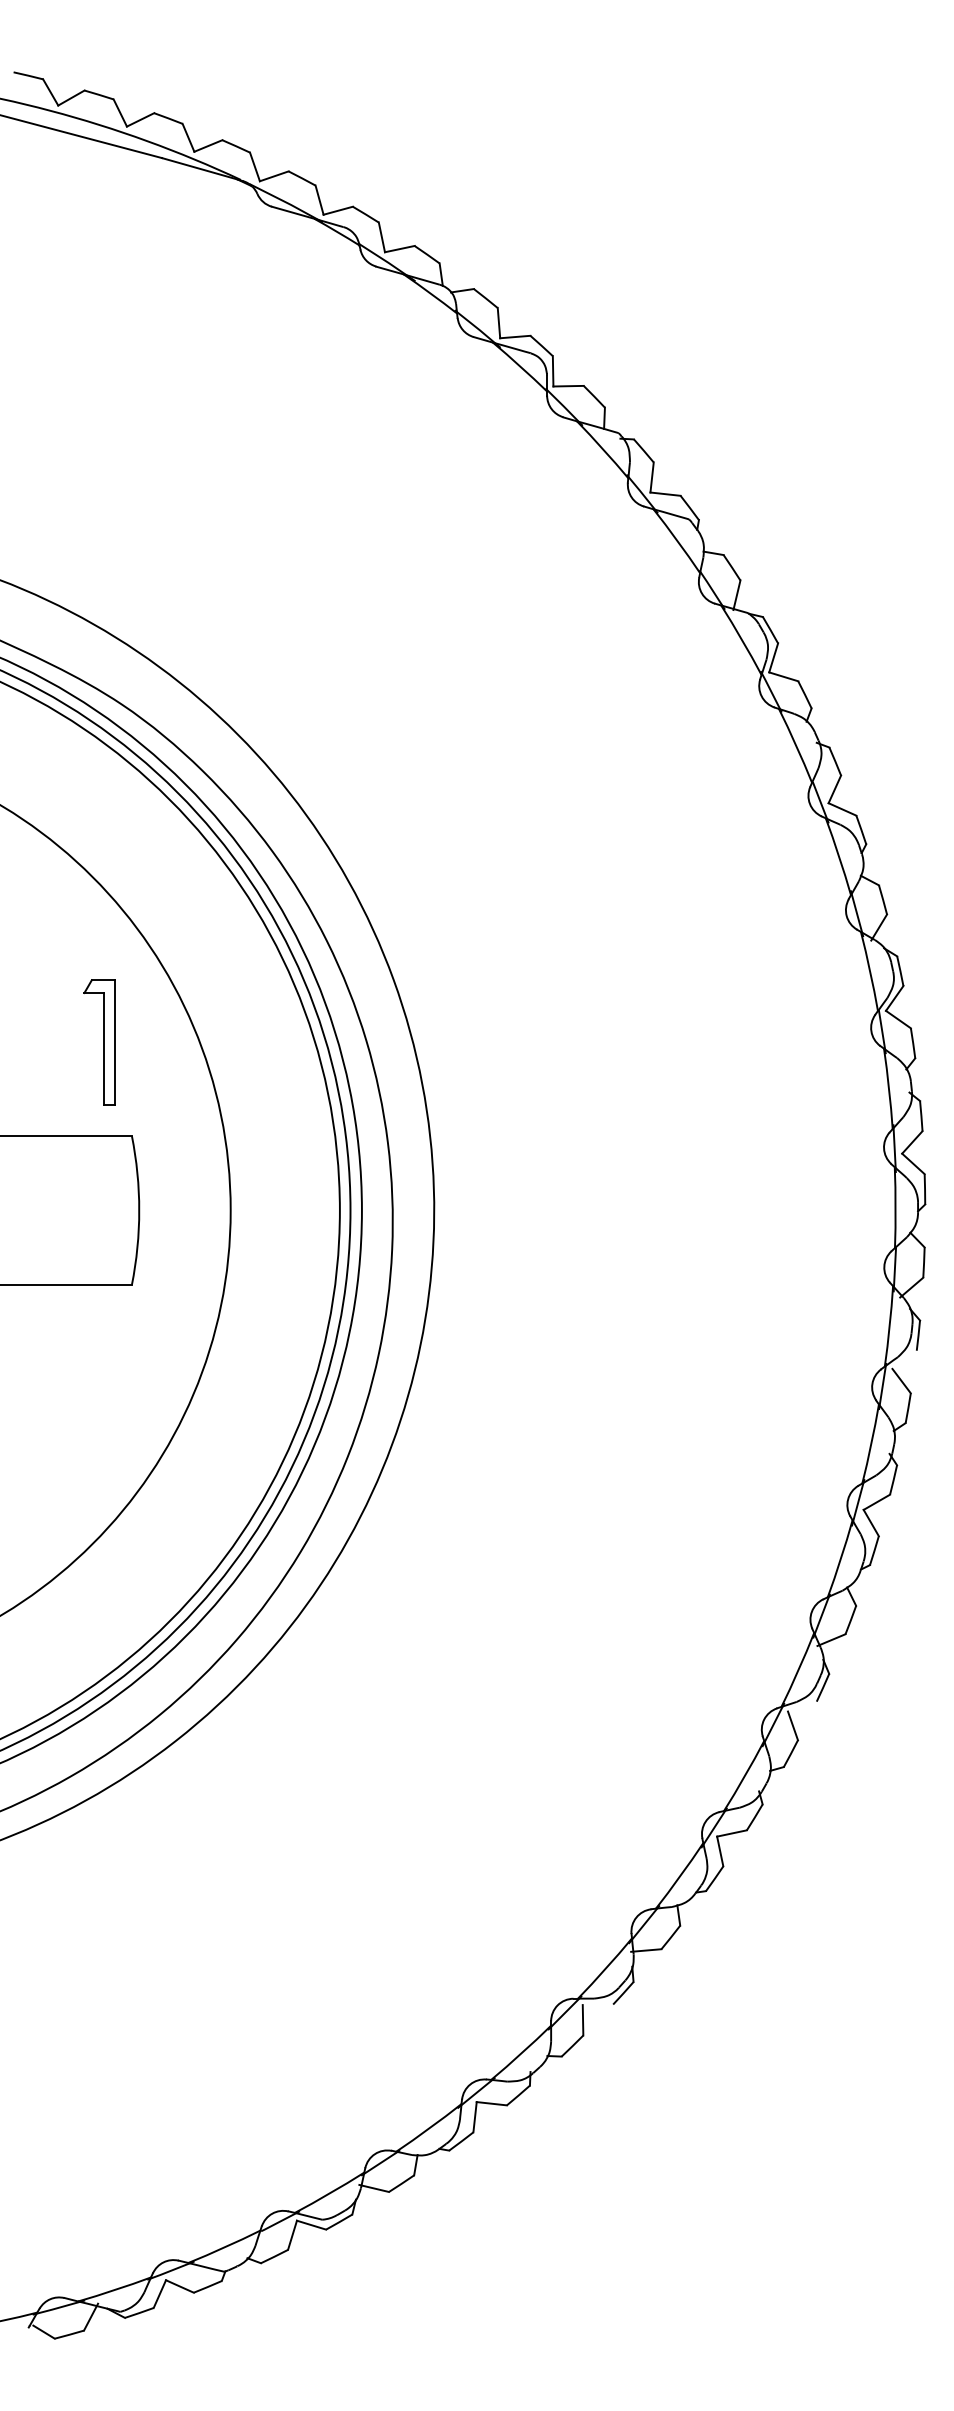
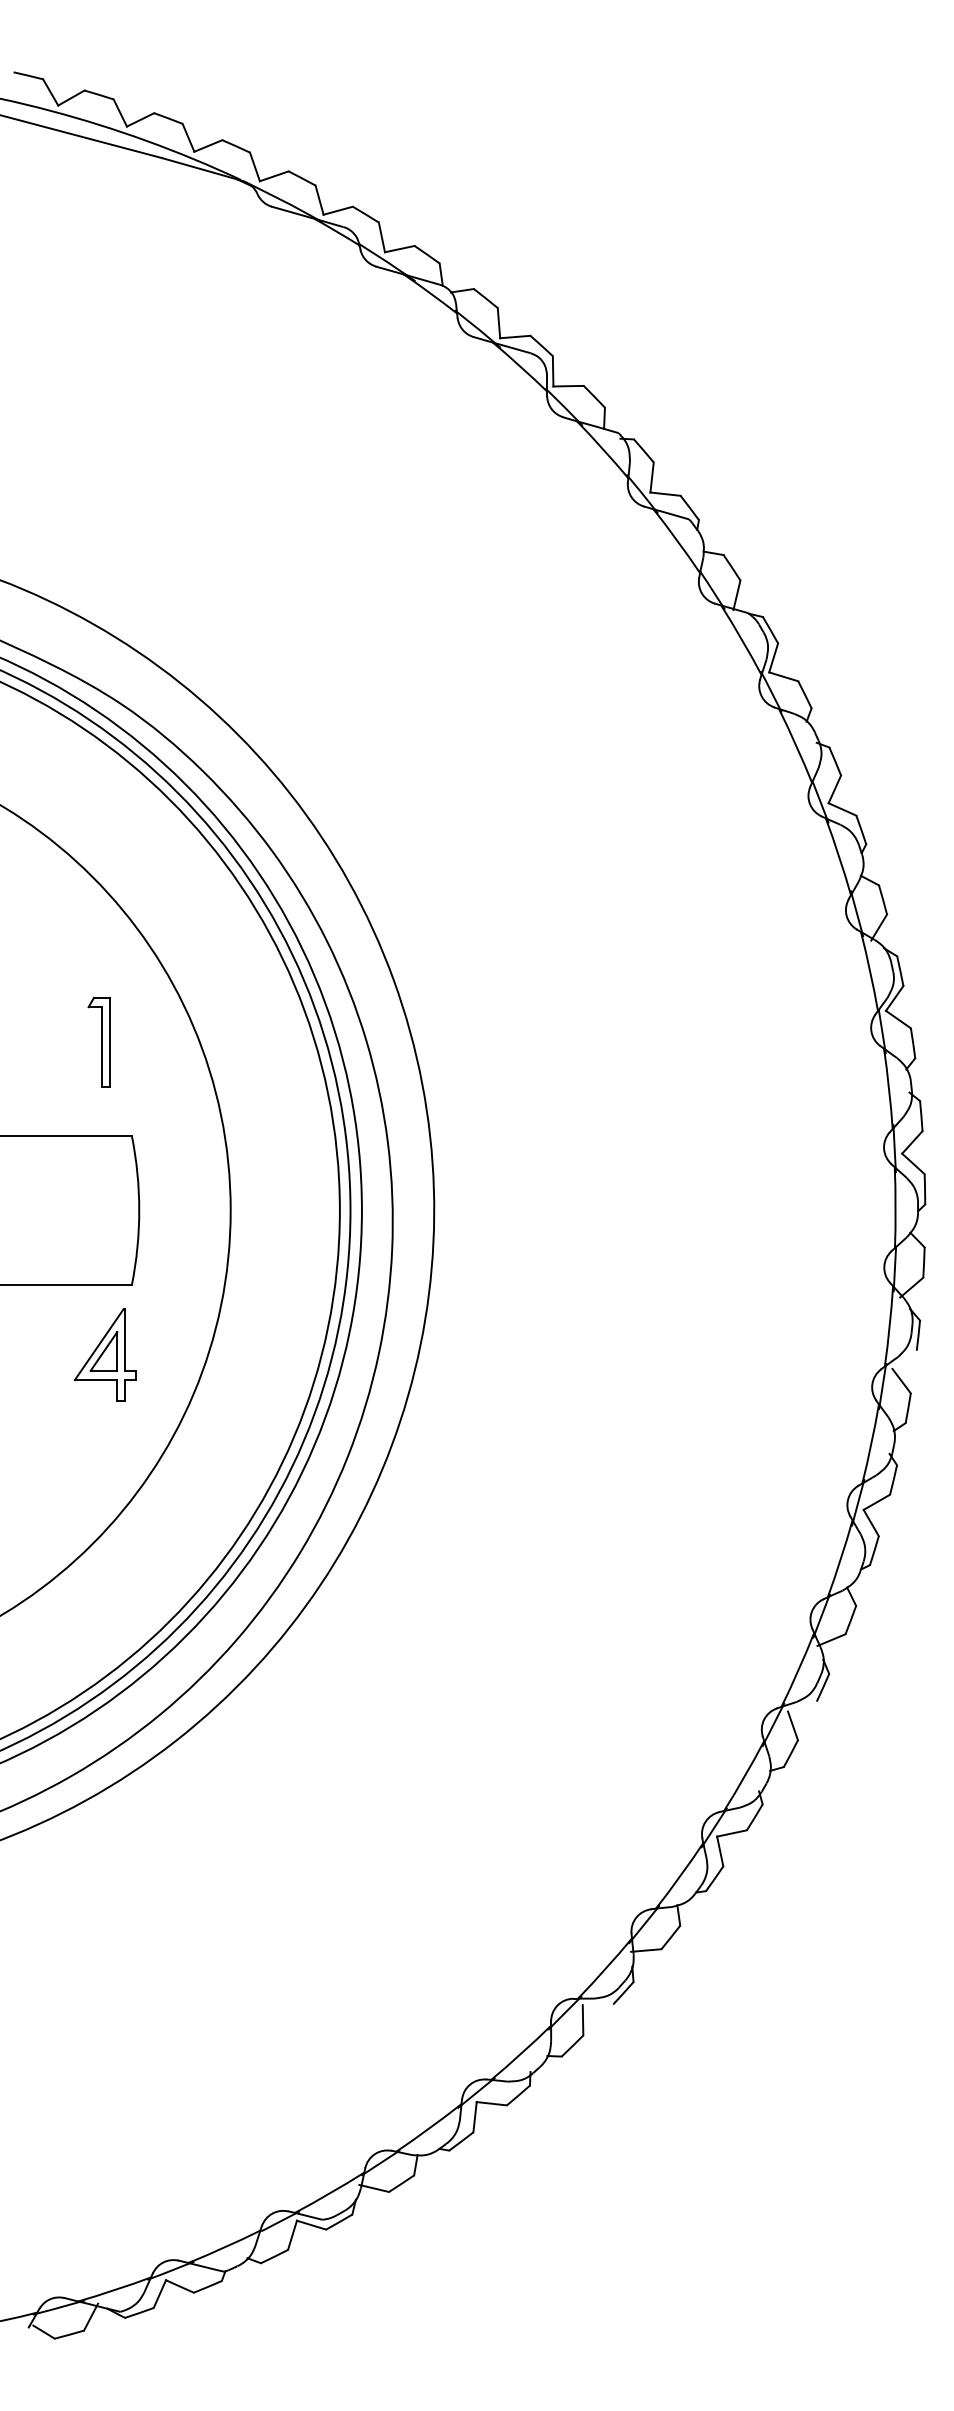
part at (99, 1042) size: 33x127 px -> 24x91 px
part at (104, 1354): none -> present
